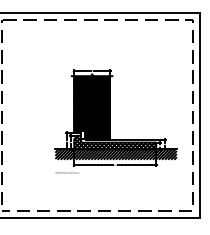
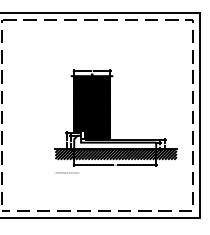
hatch at (115, 142): present -> none
